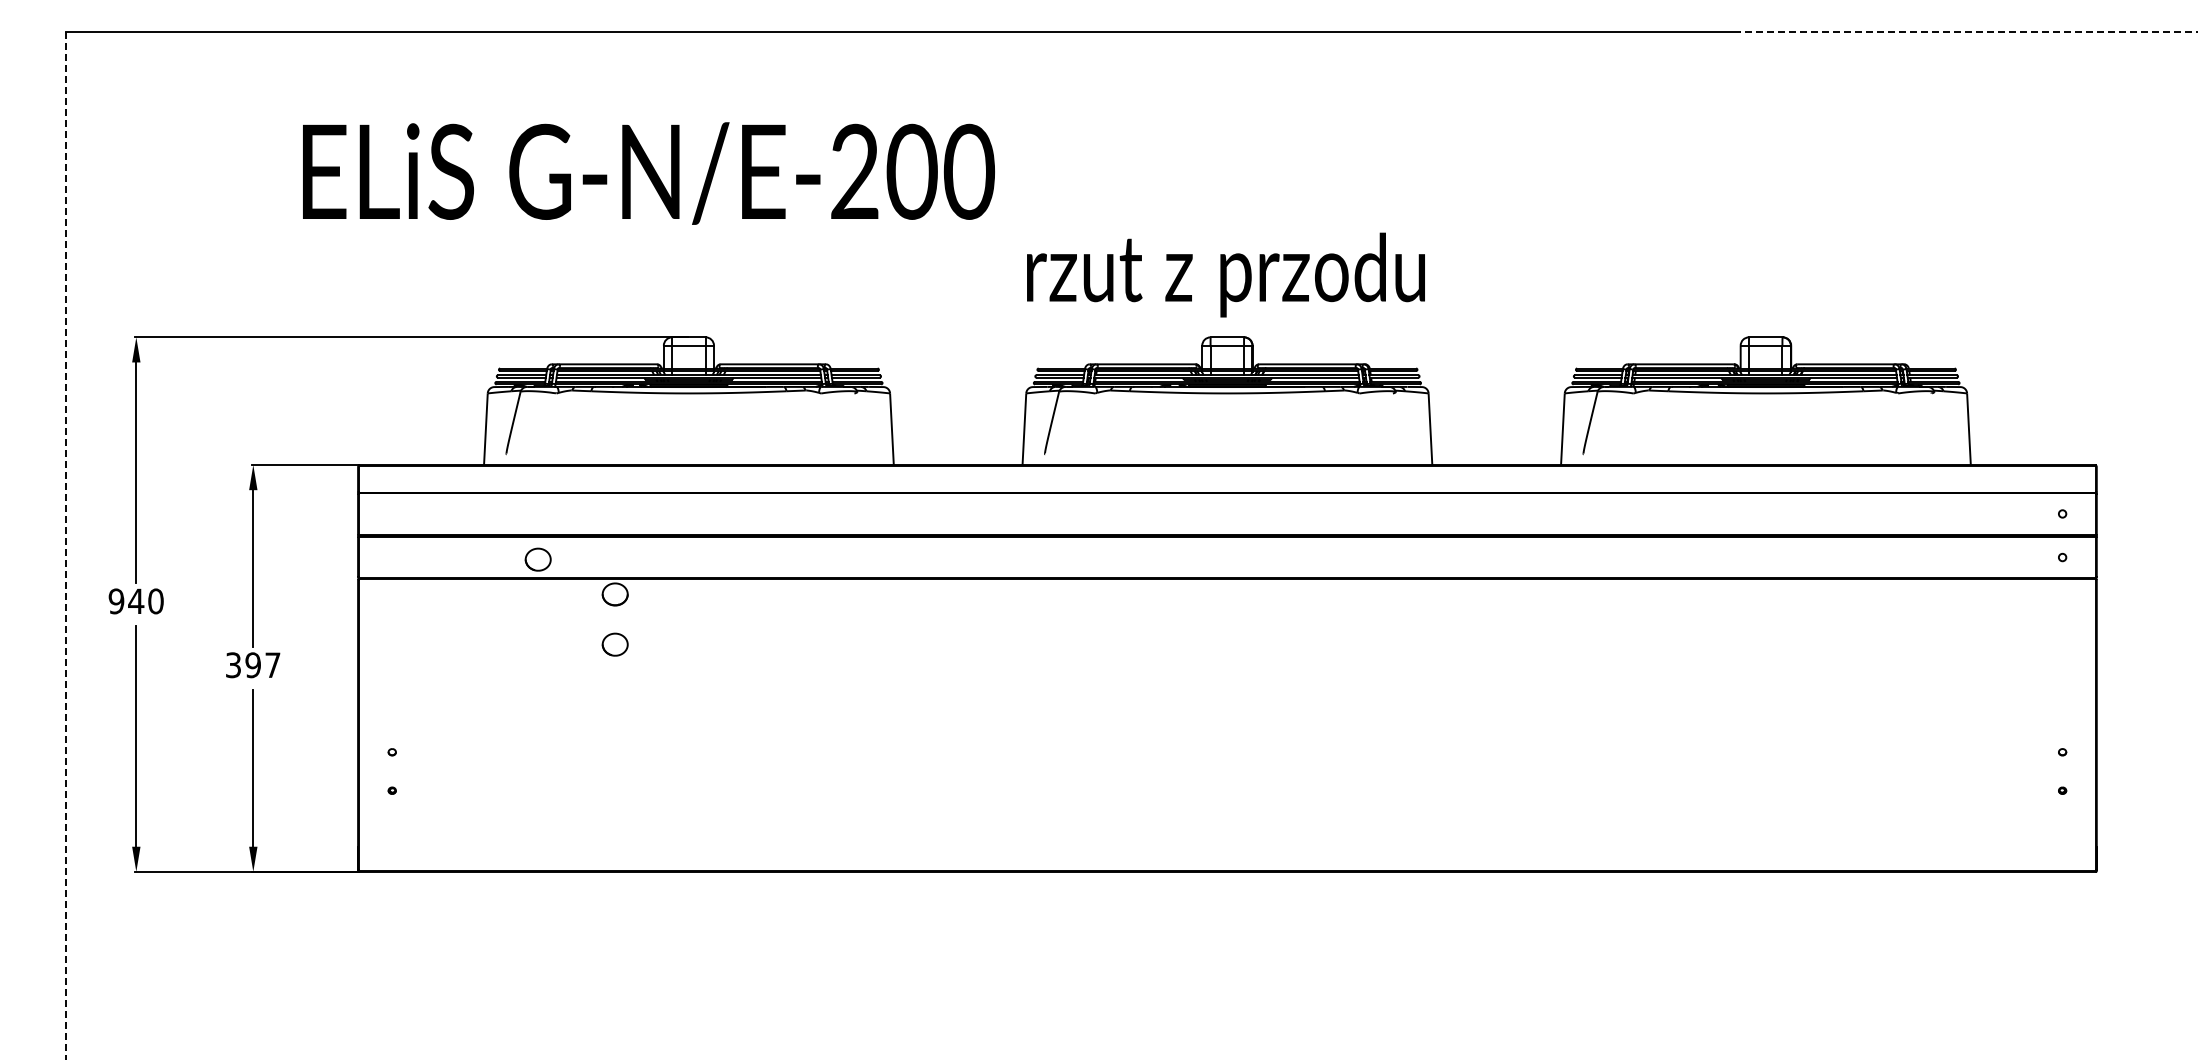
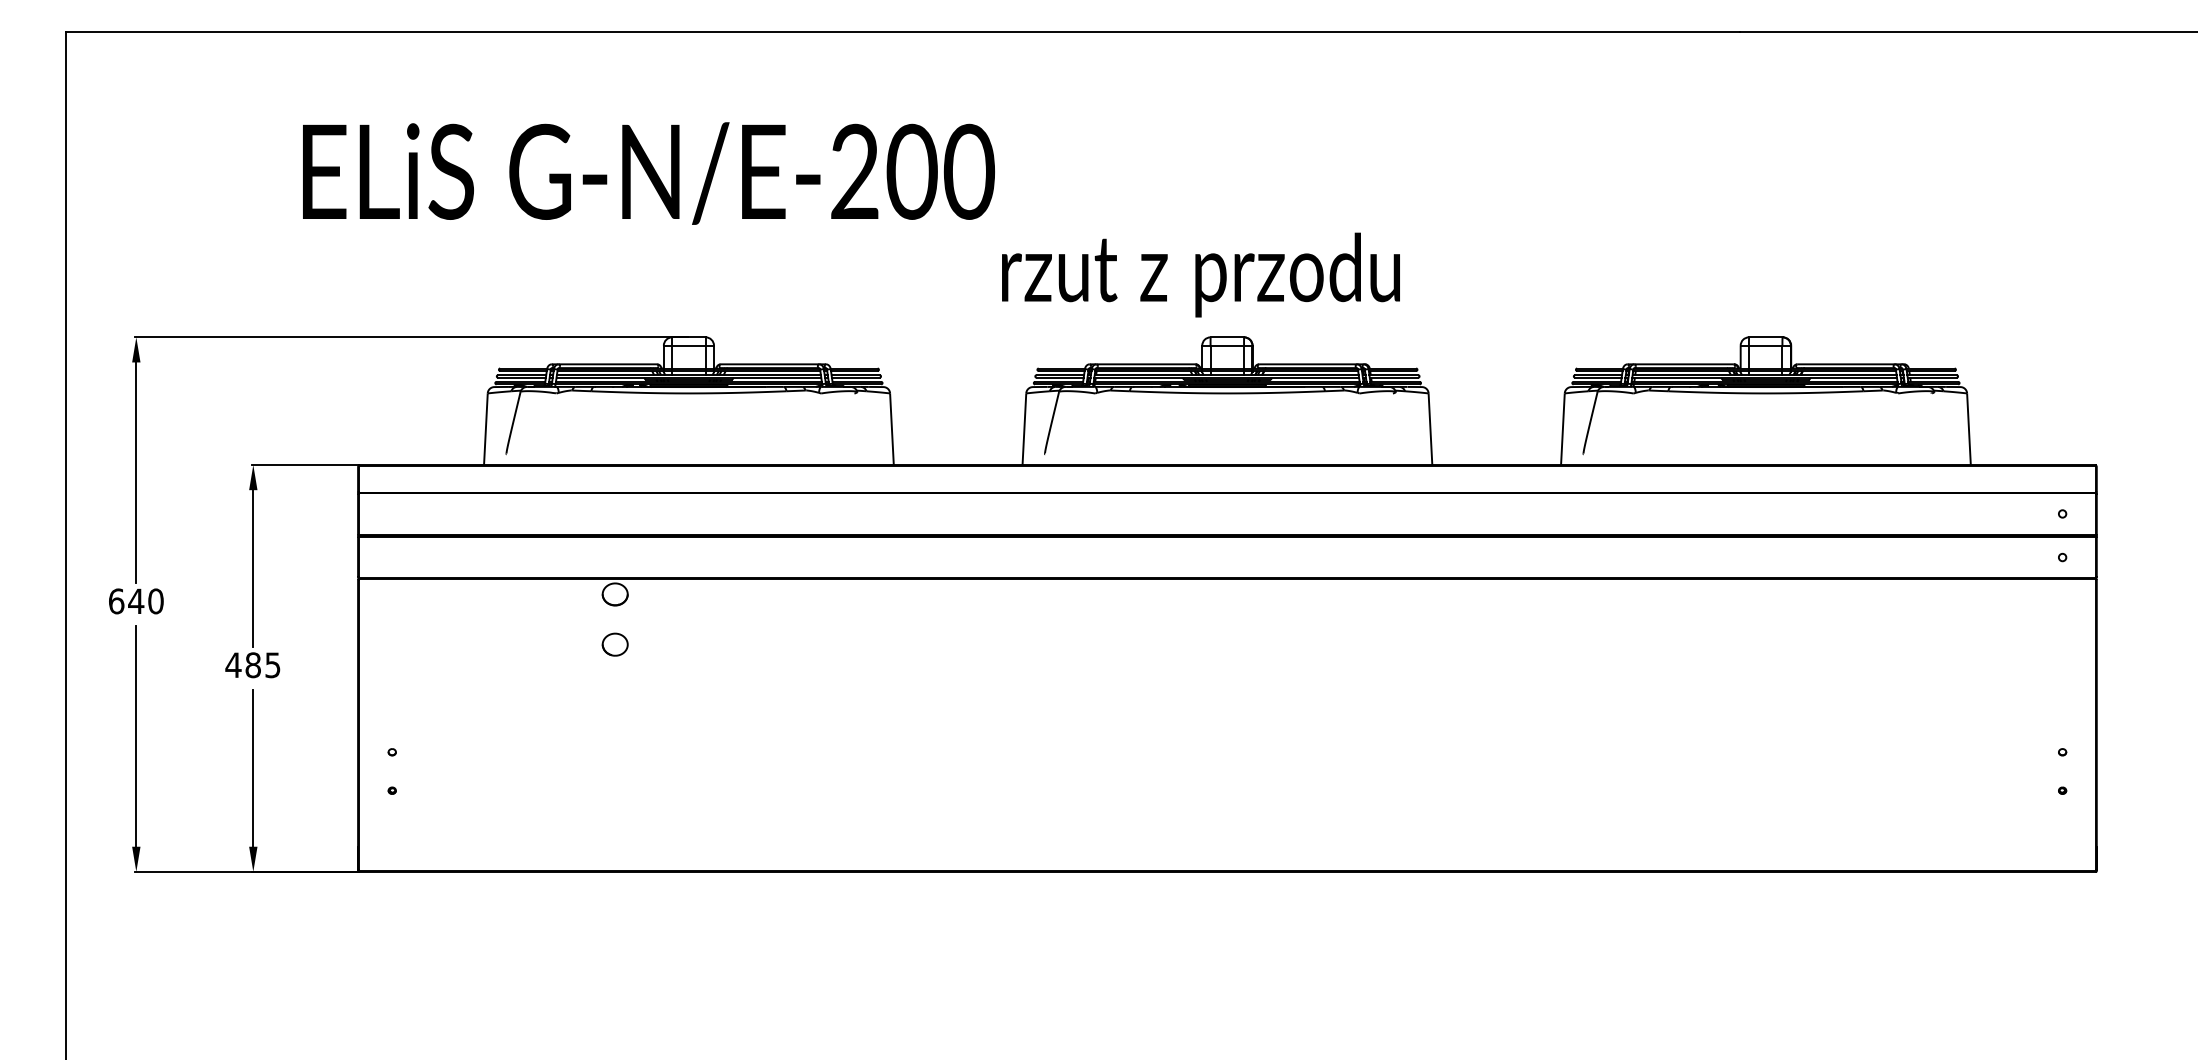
line at (1968, 31): dashed -> solid
text at (1225, 274) position: (1225, 274) -> (1200, 274)
line at (65, 545): dashed -> solid
part at (537, 559): present -> none
text at (116, 601): 940 -> 640
text at (252, 665): 397 -> 485
